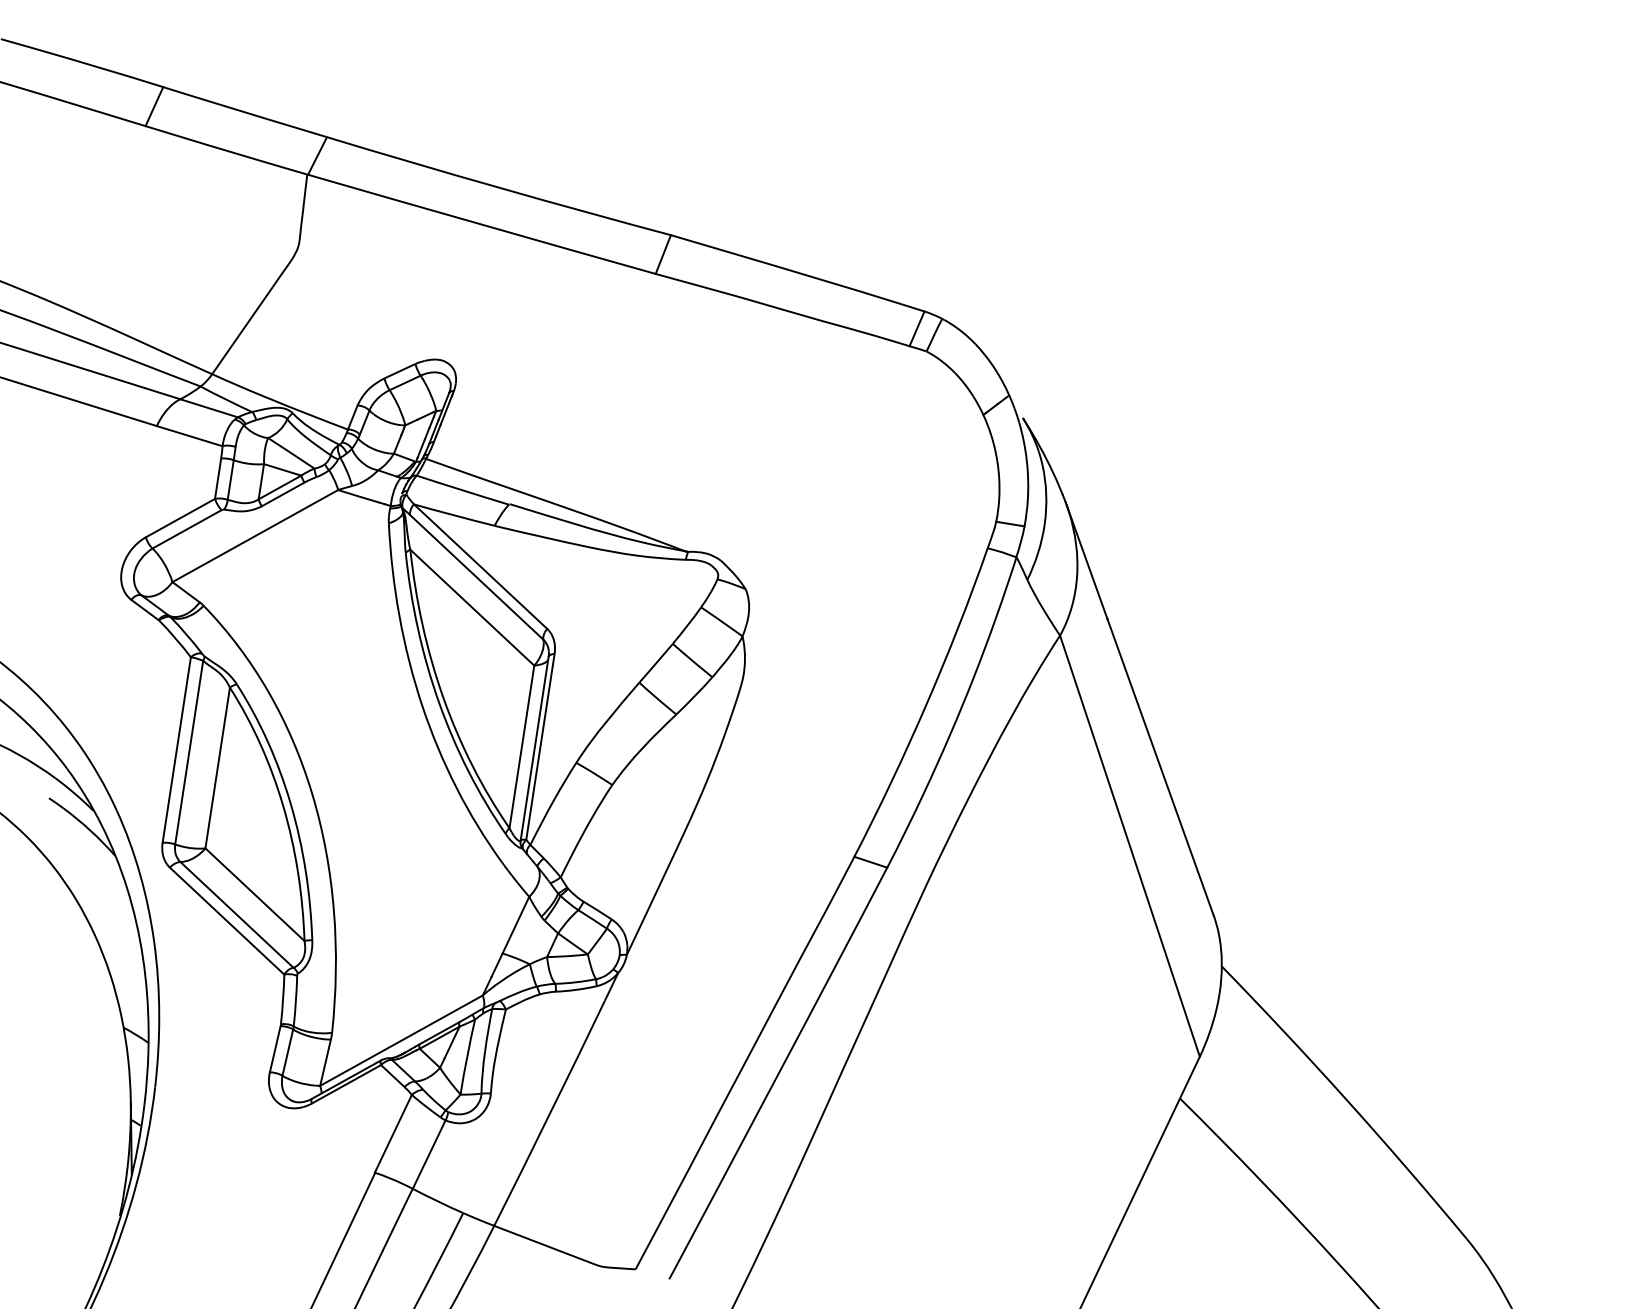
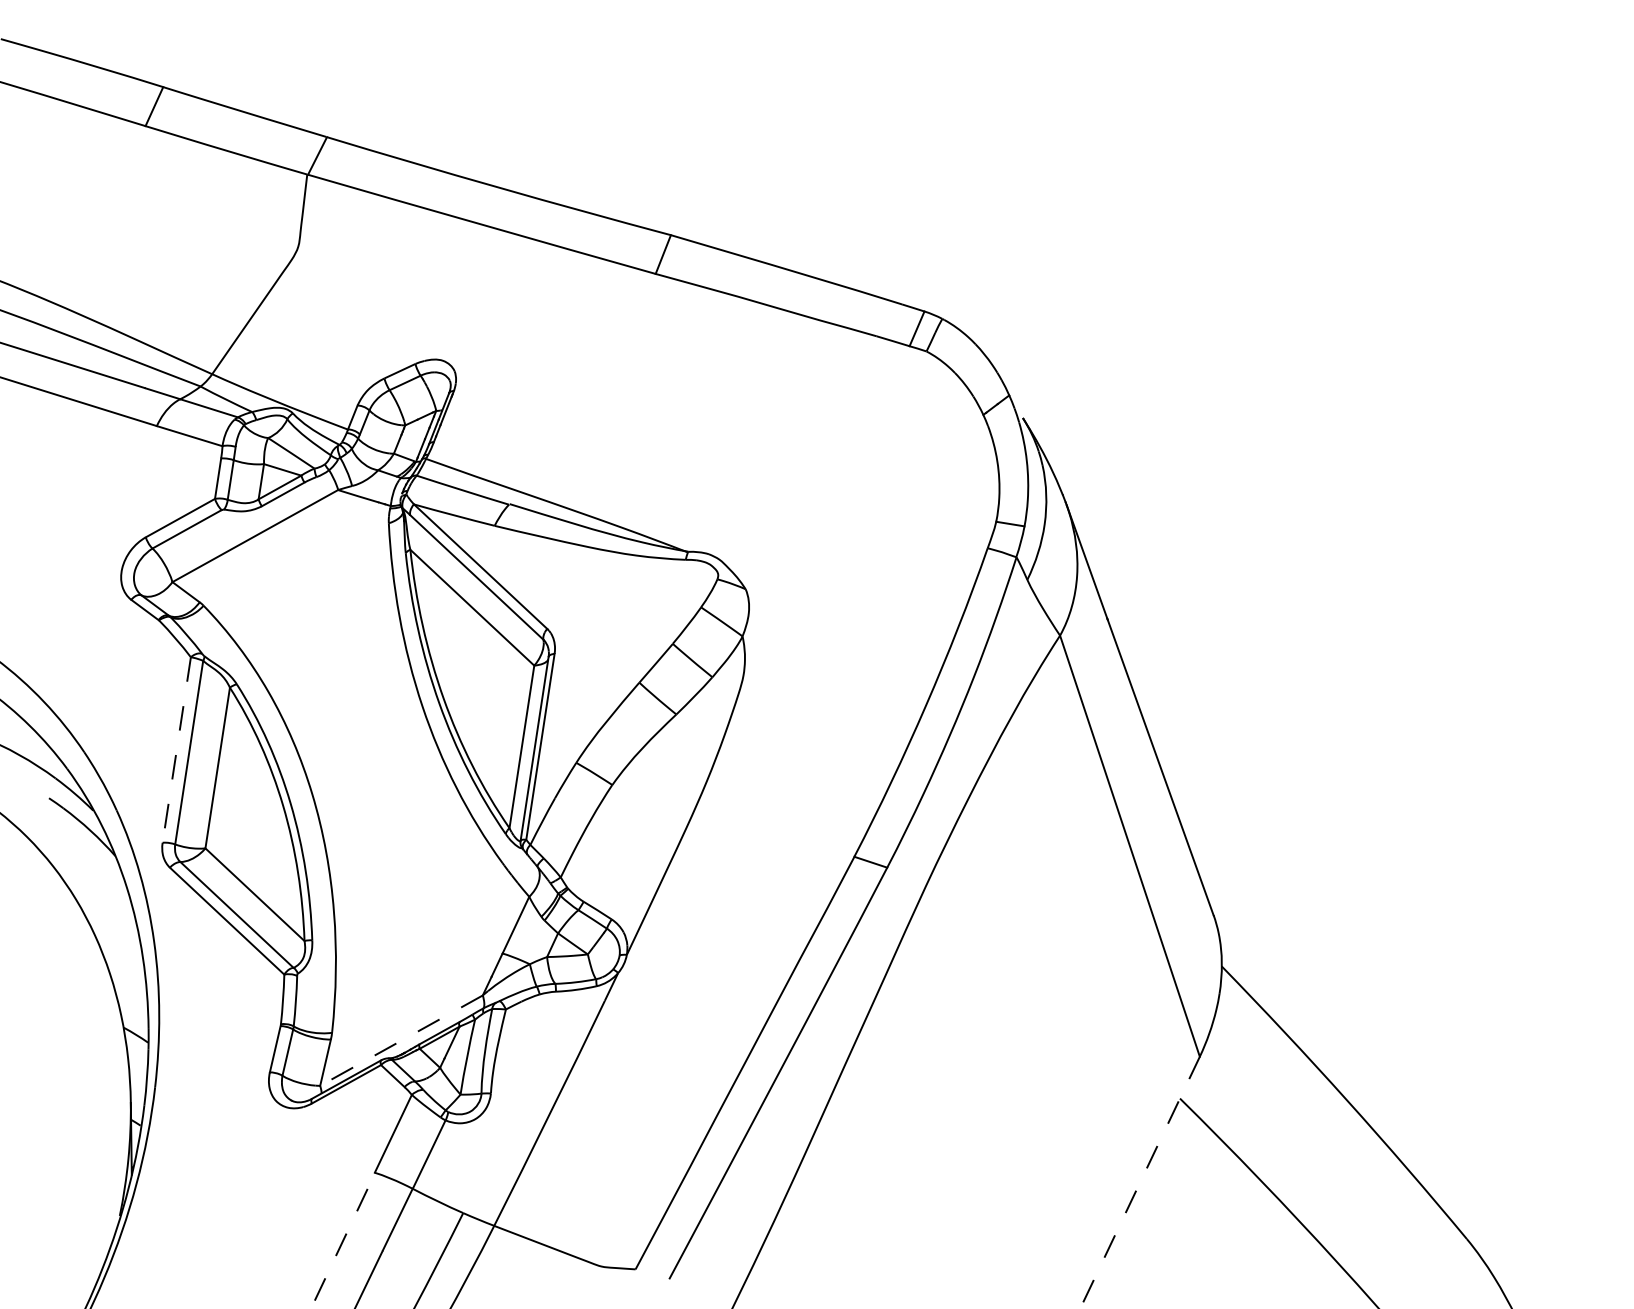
line at (176, 750): solid -> dashed
line at (401, 1040): solid -> dashed
line at (1139, 1183): solid -> dashed
line at (343, 1240): solid -> dashed
